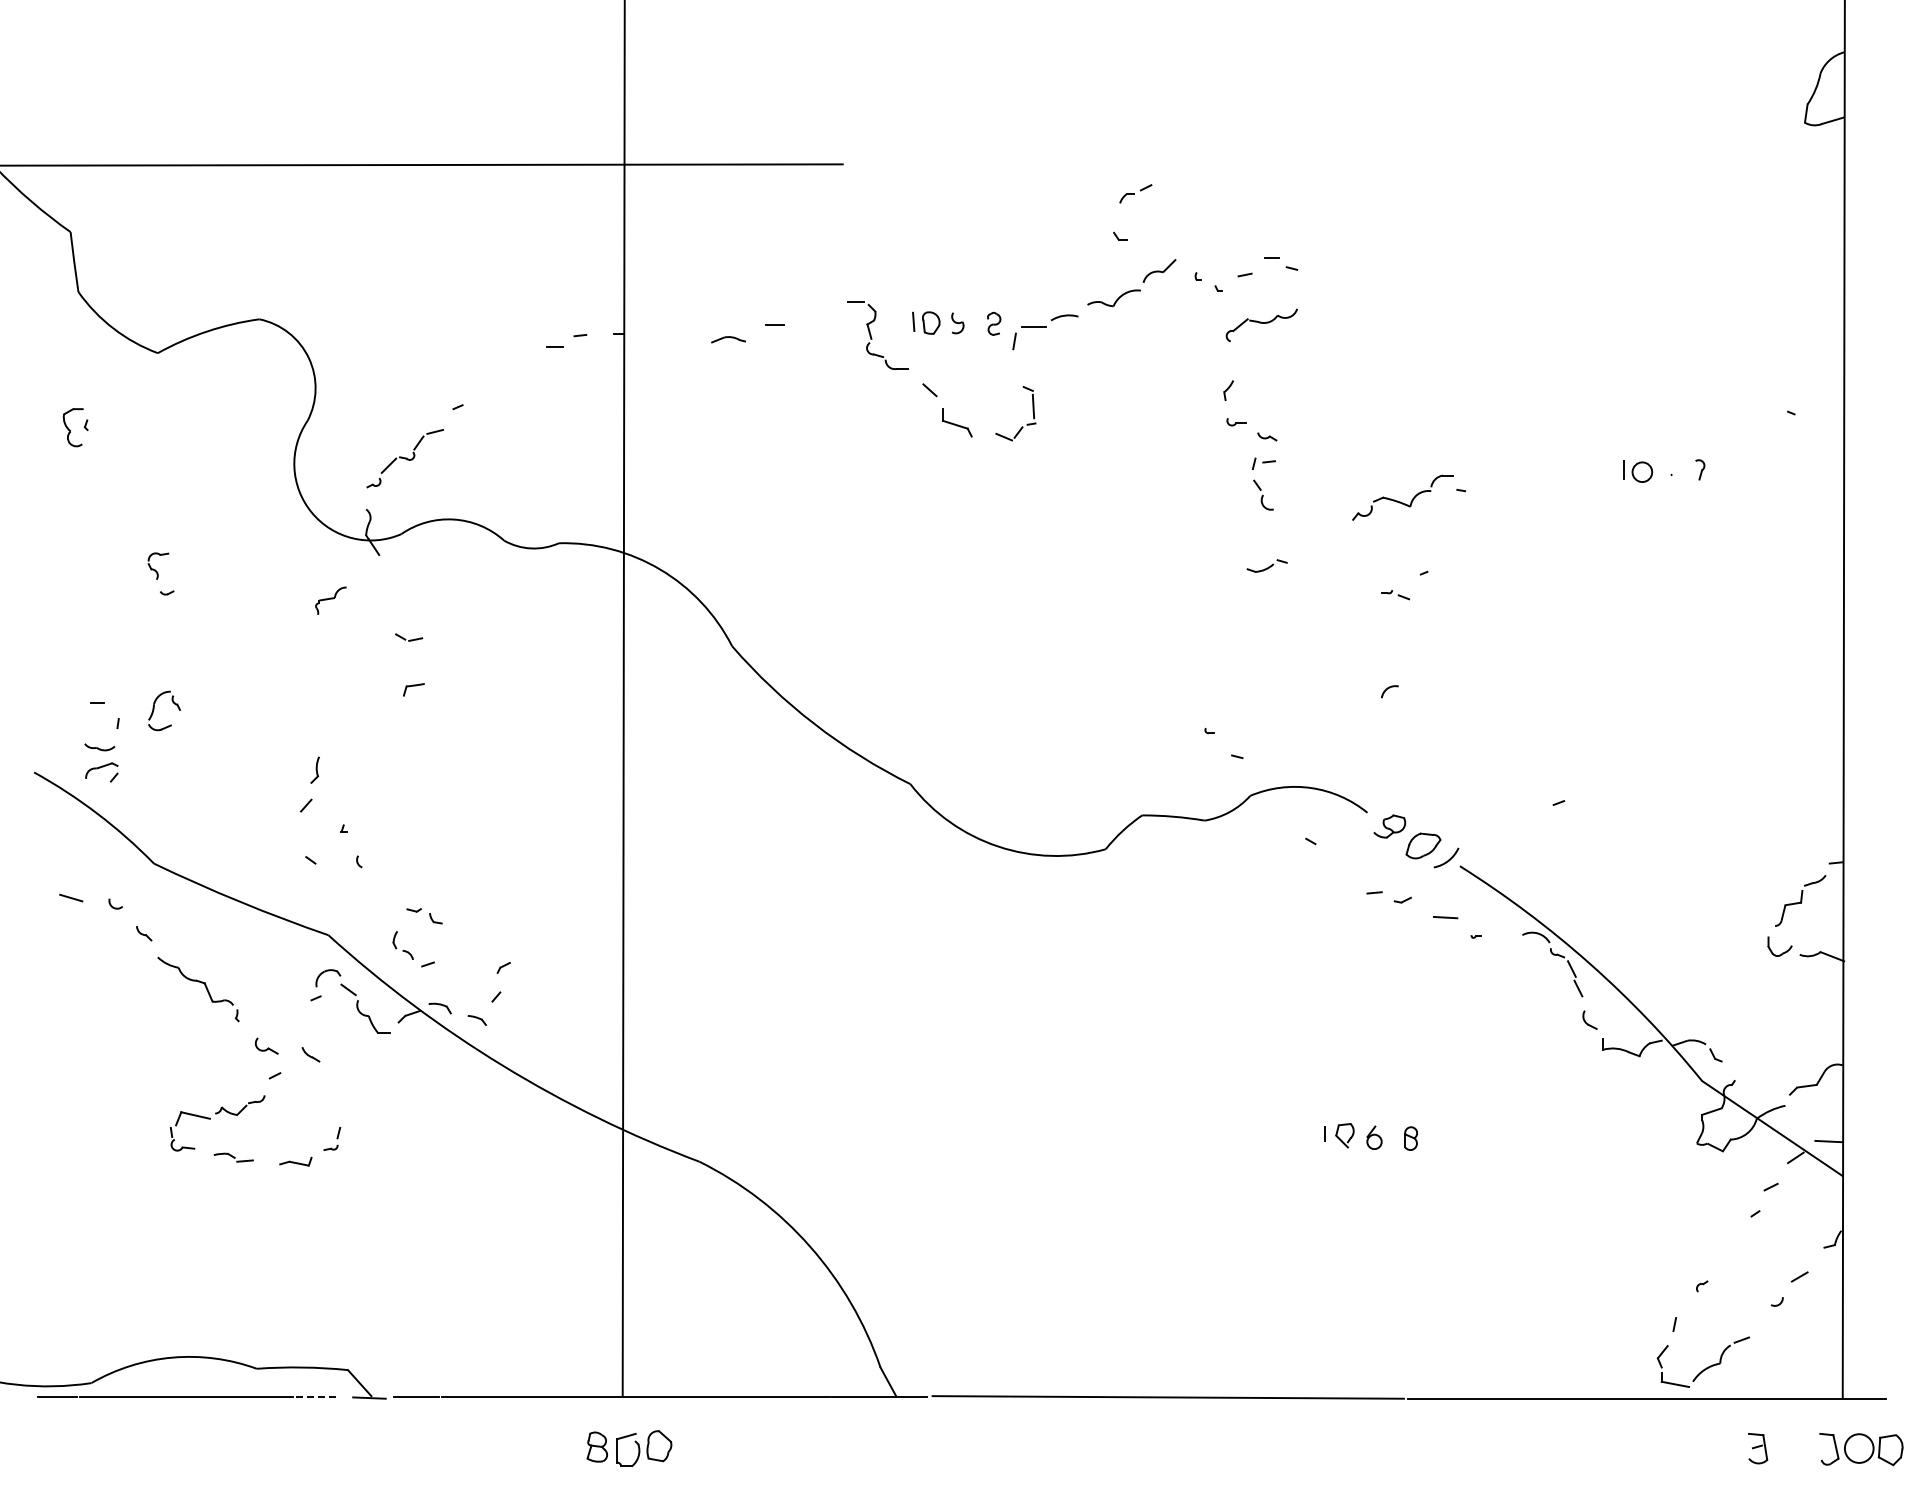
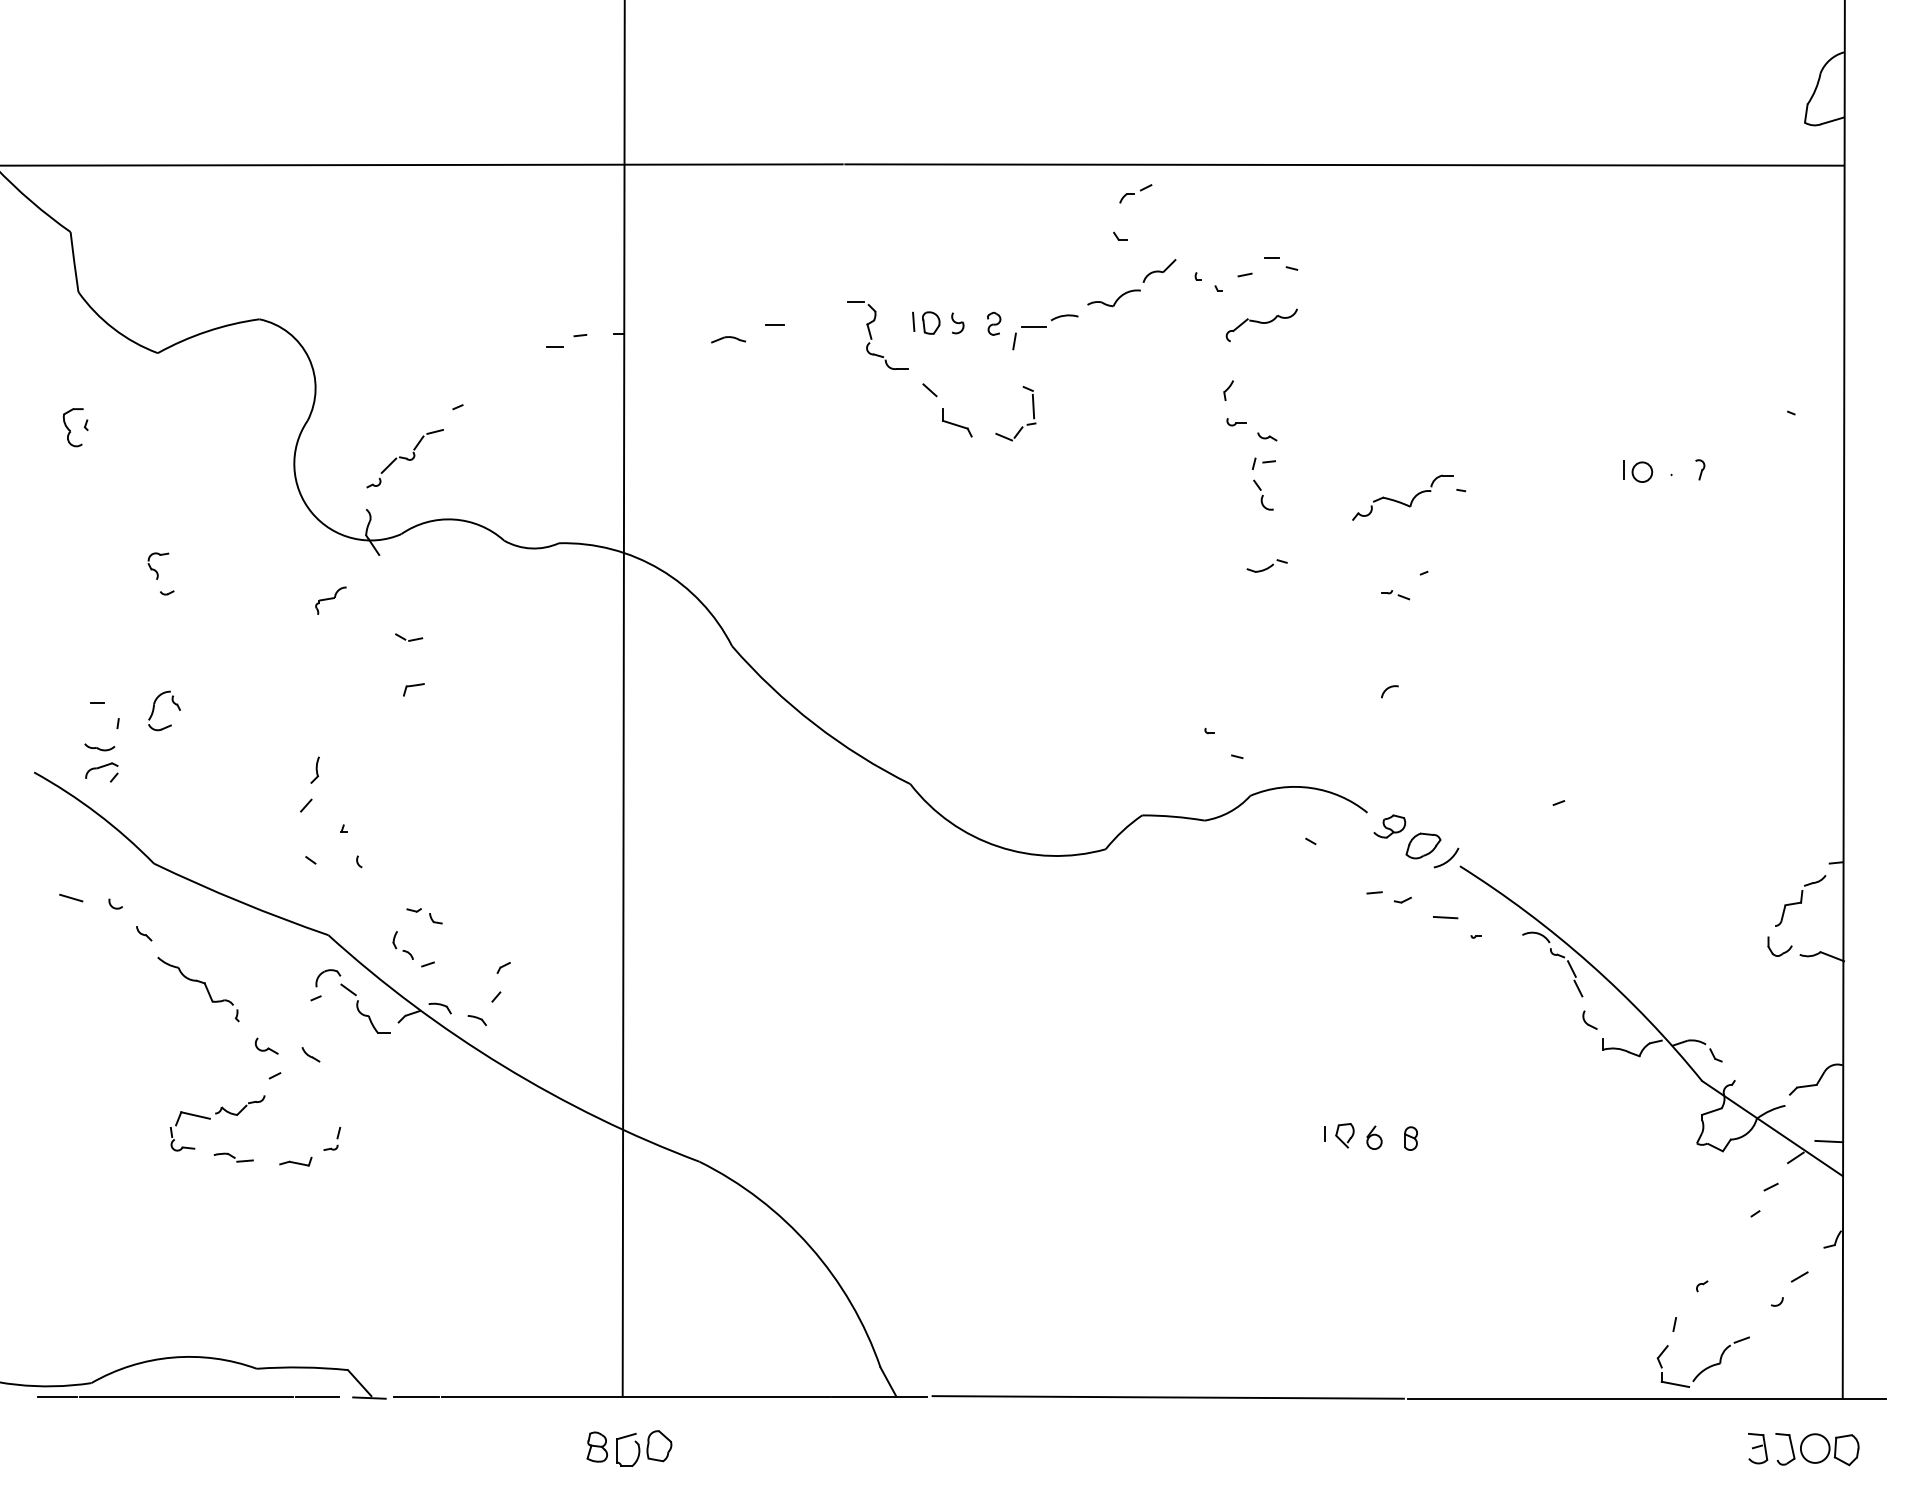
line at (1344, 164): none -> present
line at (317, 1397): dashed -> solid
part at (1861, 1449) position: (1861, 1449) -> (1817, 1449)
